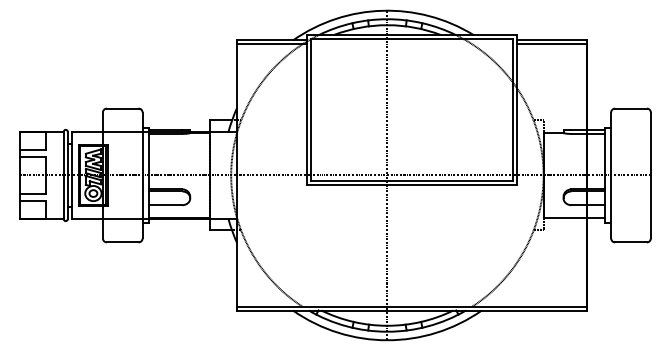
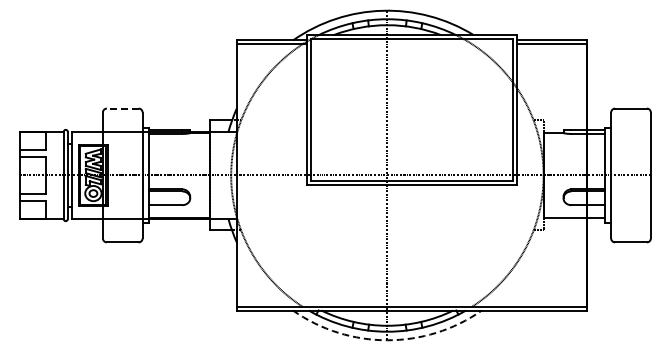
line at (122, 108): solid -> dashed
arc at (387, 340): solid -> dashed
